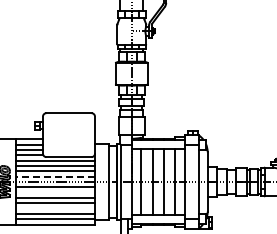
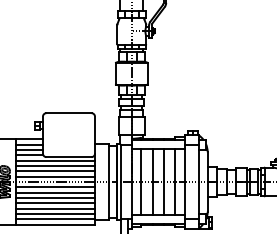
line at (55, 176): dashed -> solid
line at (55, 192): none -> present
line at (55, 208): none -> present
